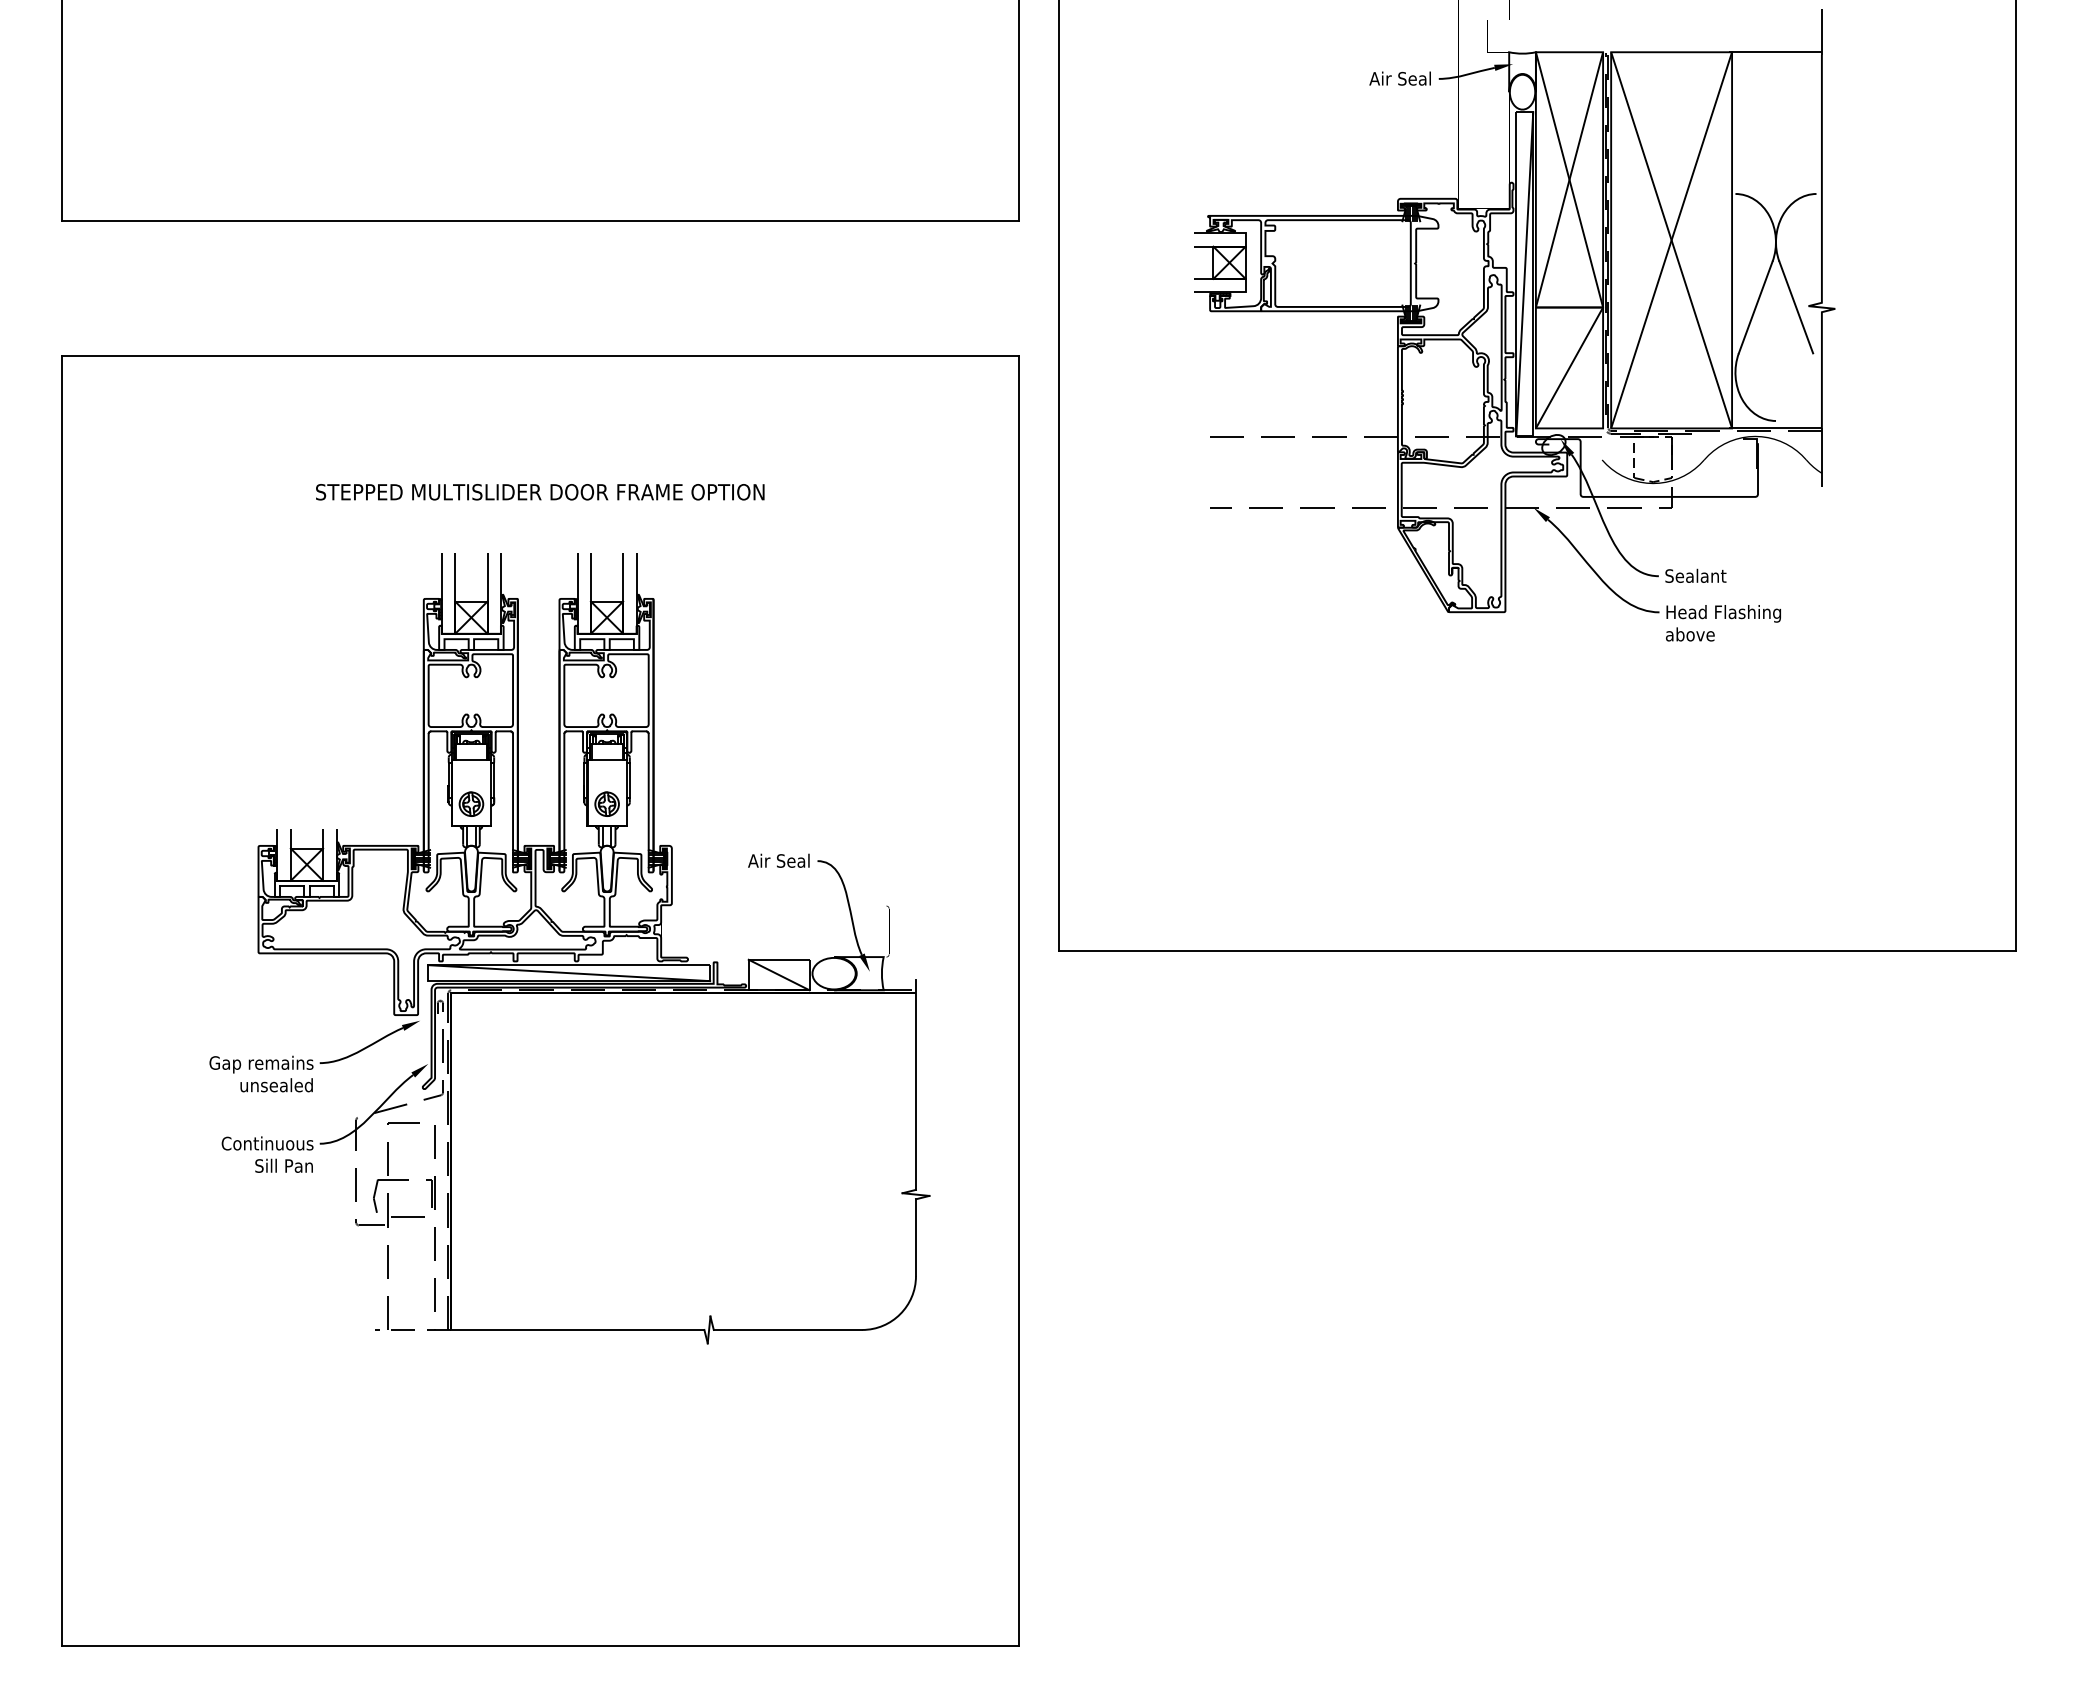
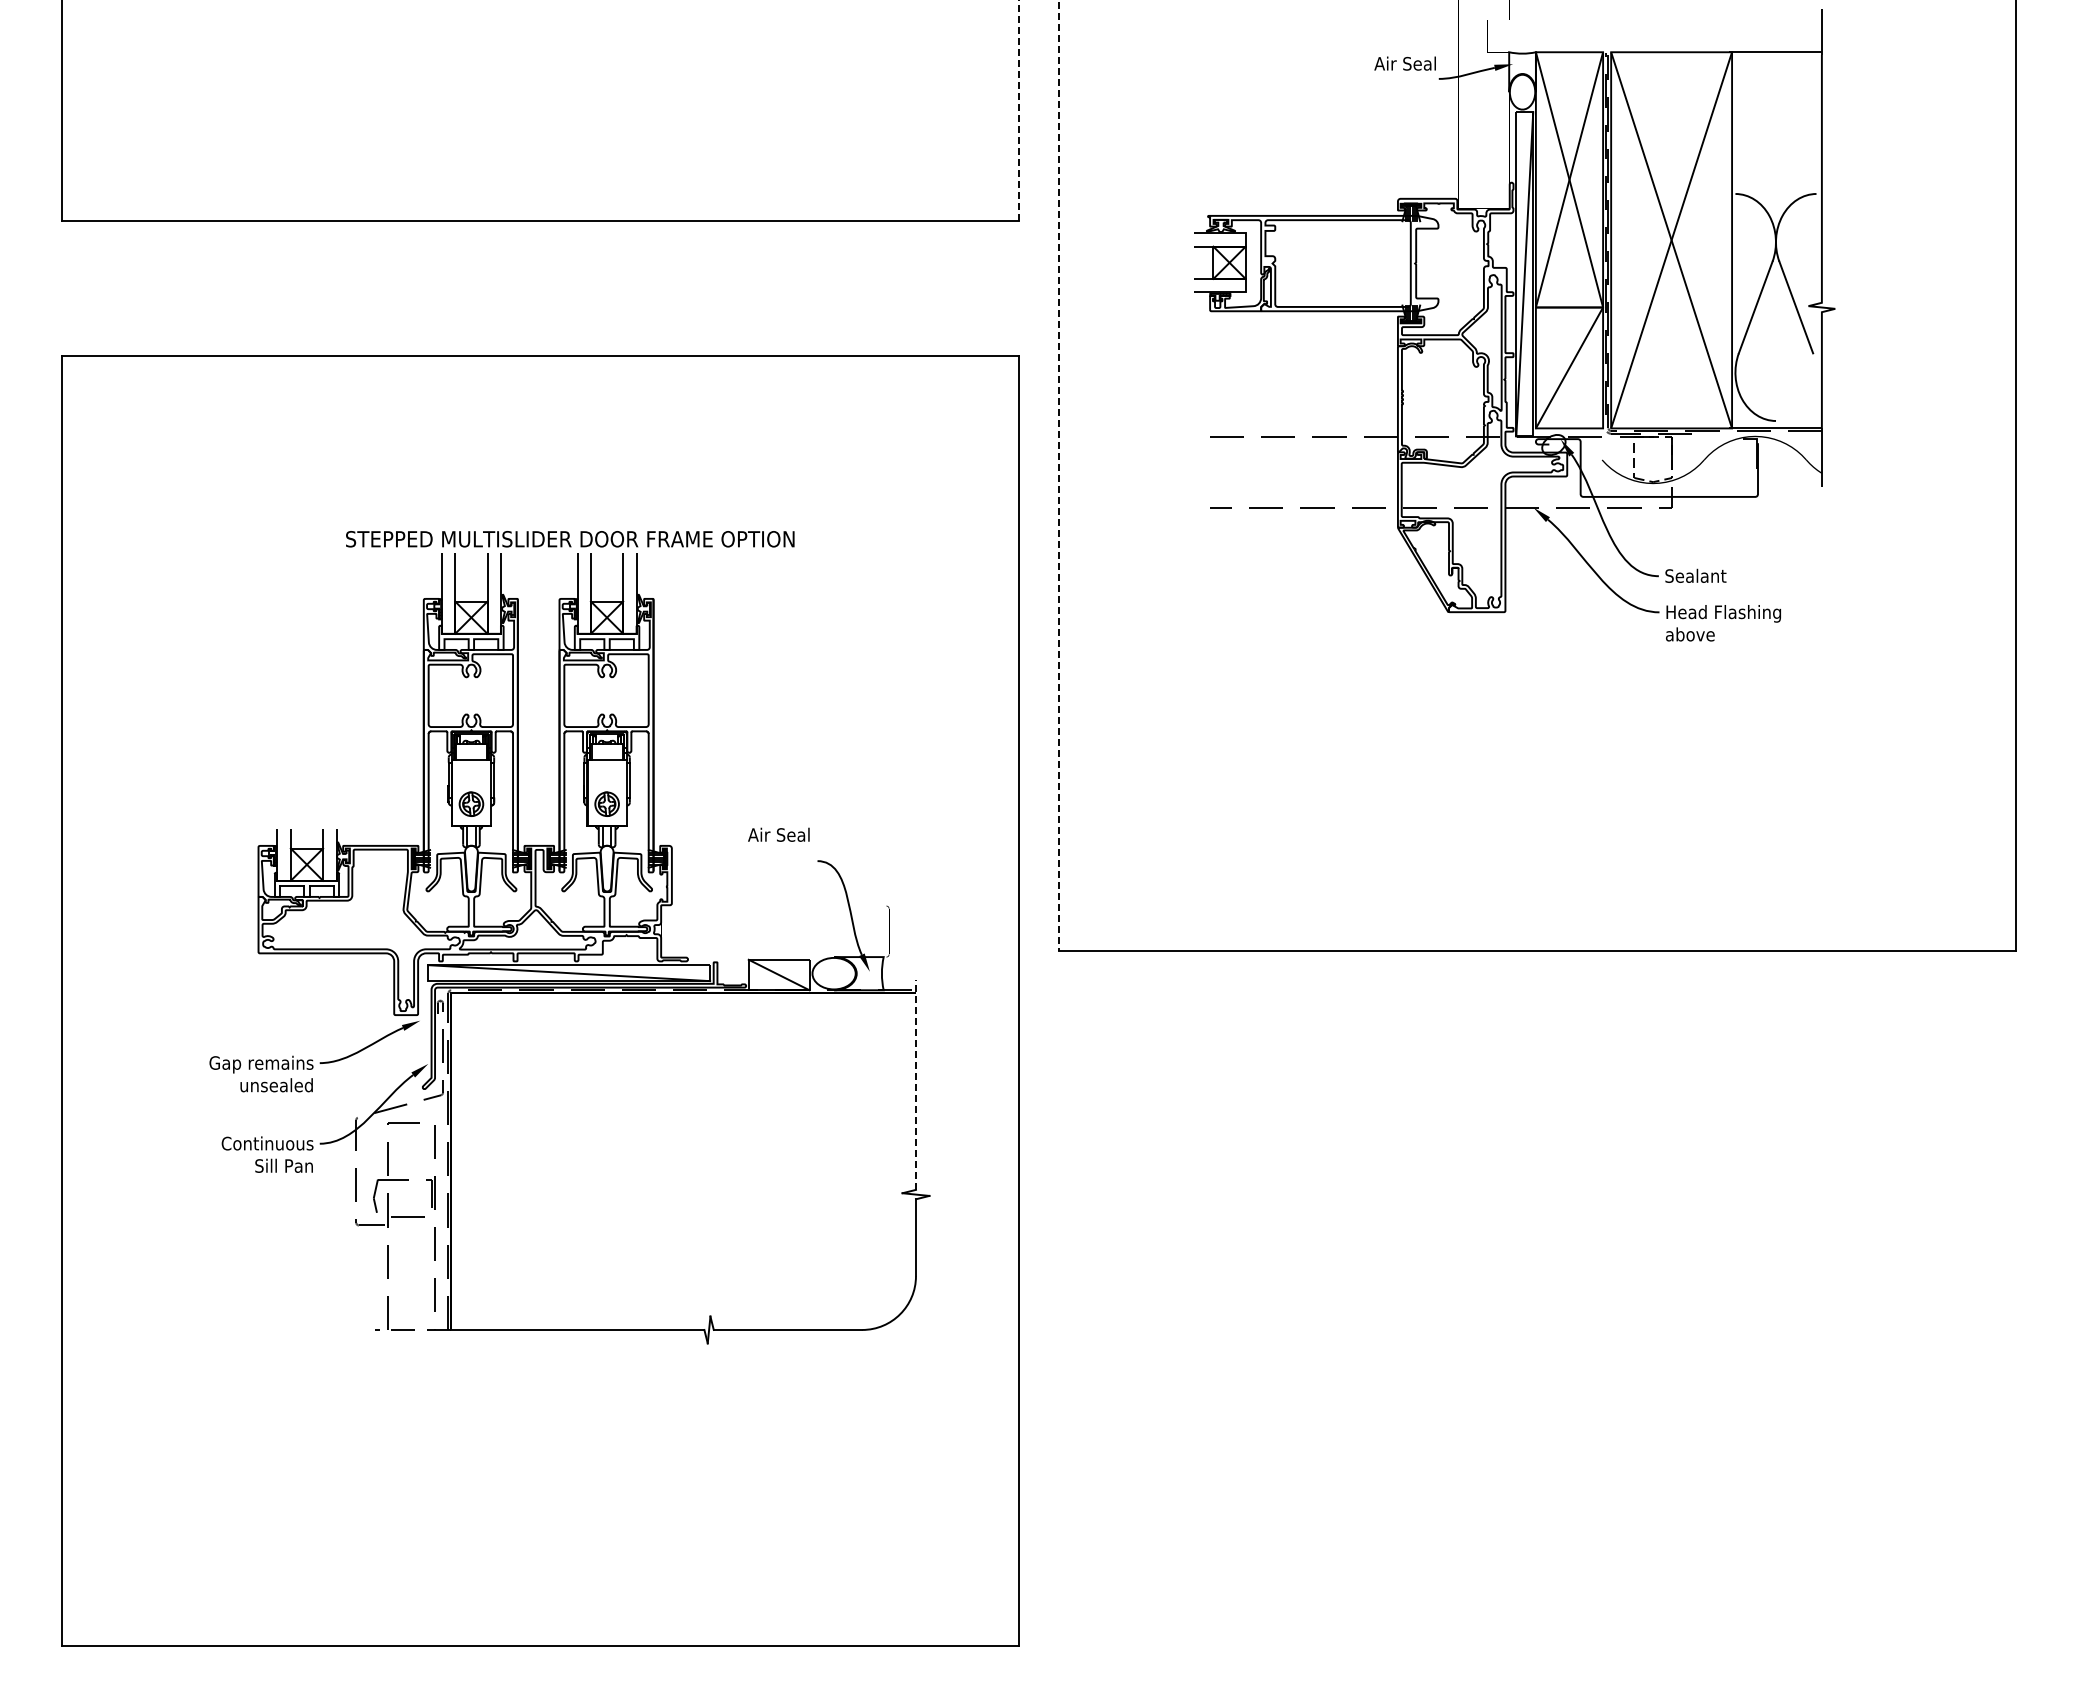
text at (1399, 78) position: (1399, 78) -> (1404, 63)
line at (1018, 110): solid -> dashed
line at (1059, 476): solid -> dashed
text at (540, 492) position: (540, 492) -> (570, 539)
text at (778, 860) position: (778, 860) -> (778, 834)
line at (915, 1084): solid -> dashed
